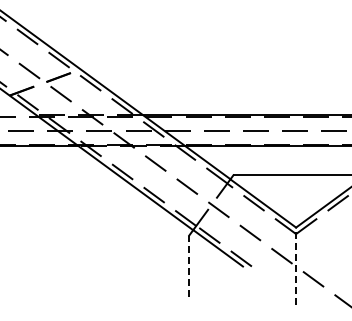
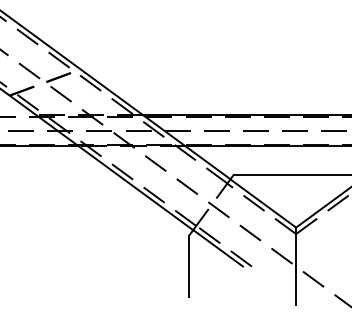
line at (189, 266): dashed -> solid
line at (296, 266): dashed -> solid
